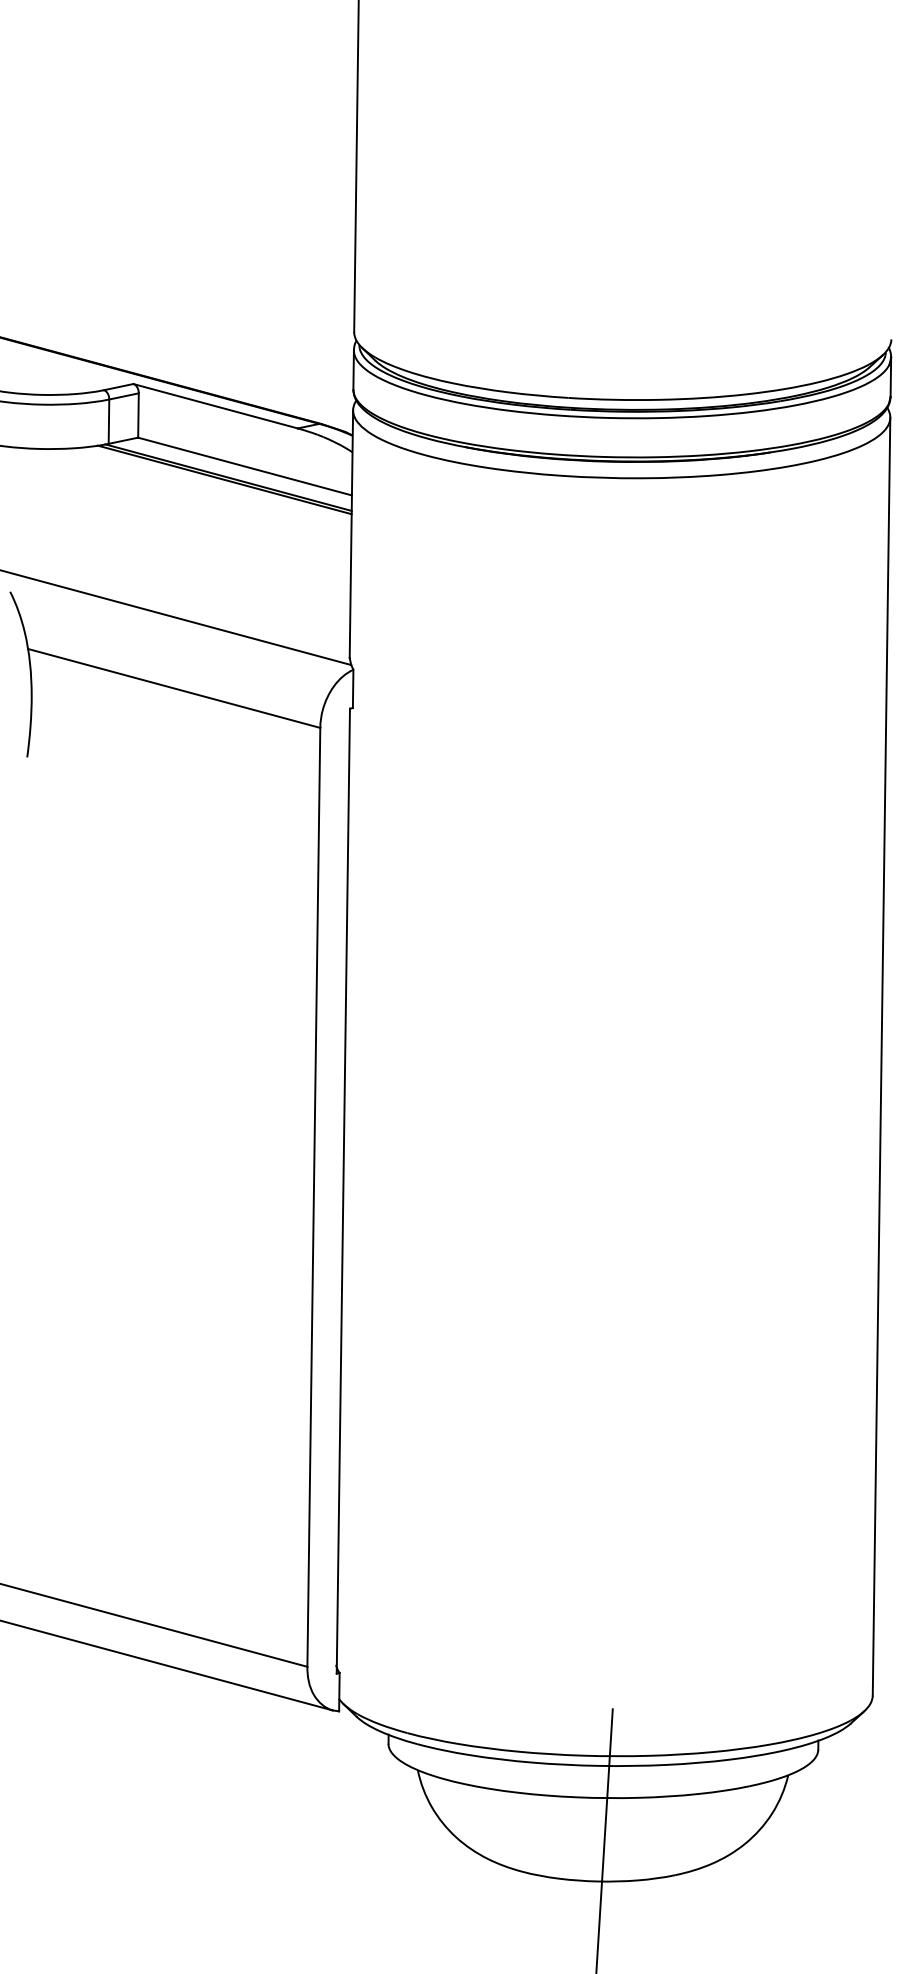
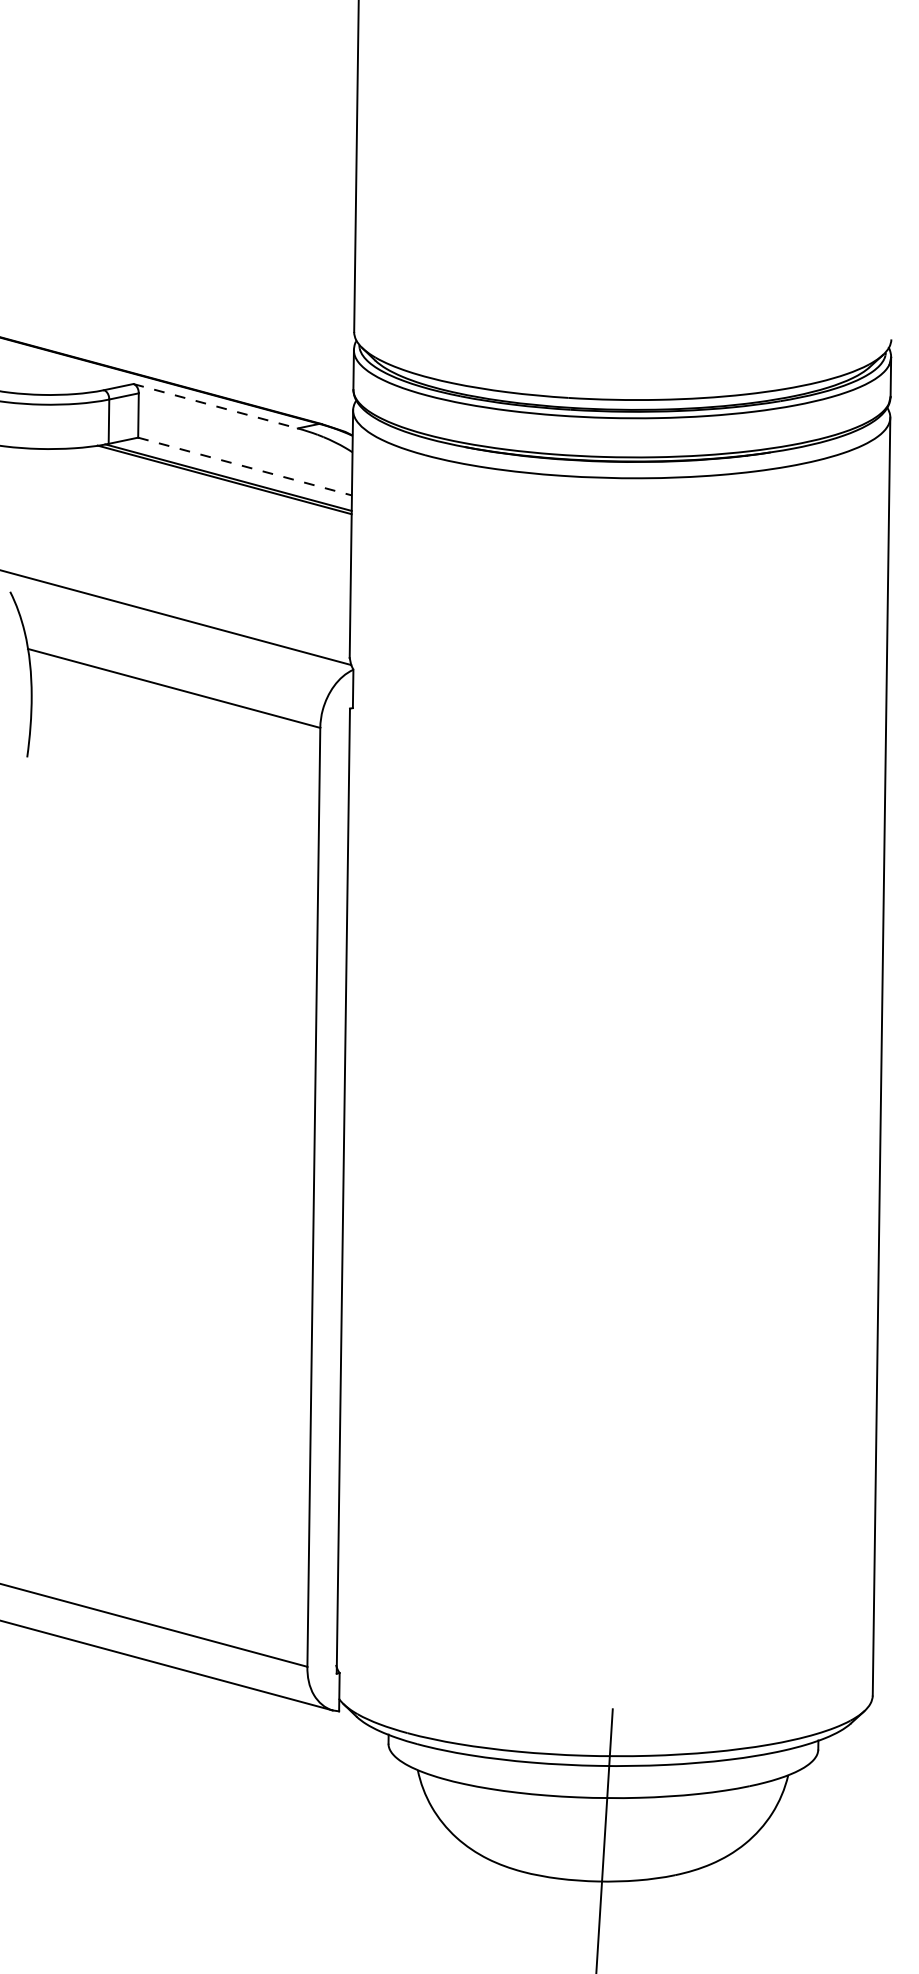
line at (216, 406): solid -> dashed
line at (245, 466): solid -> dashed
